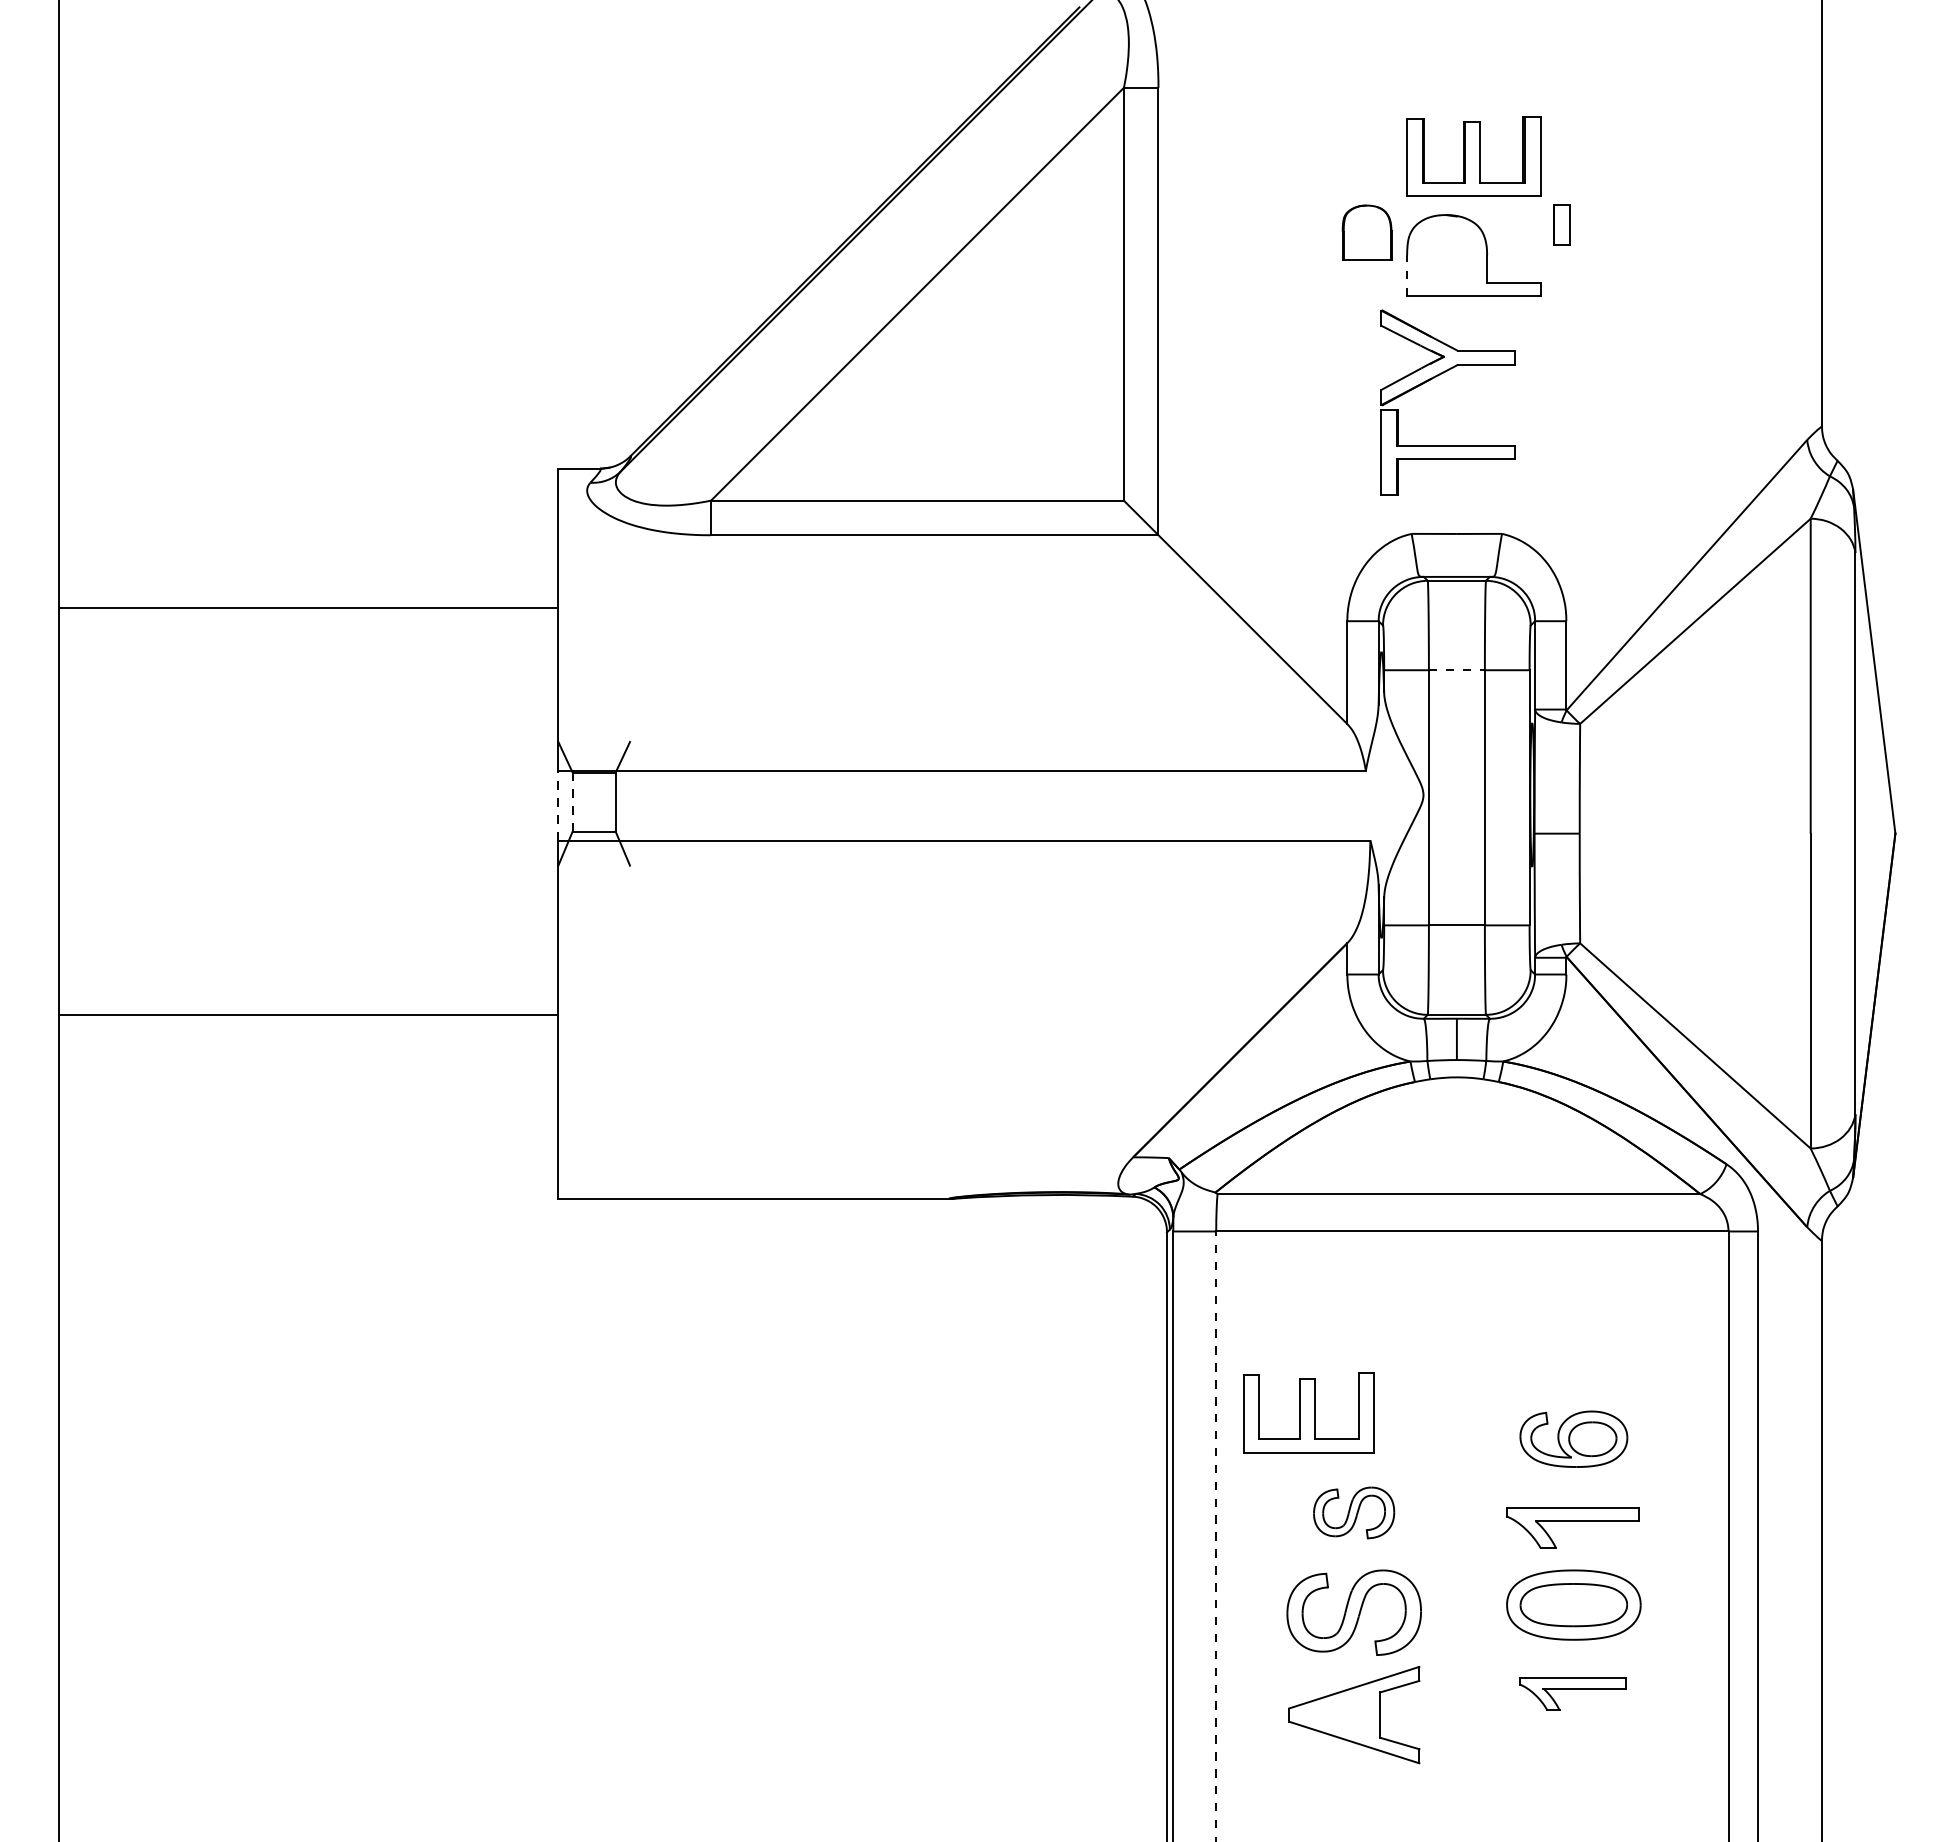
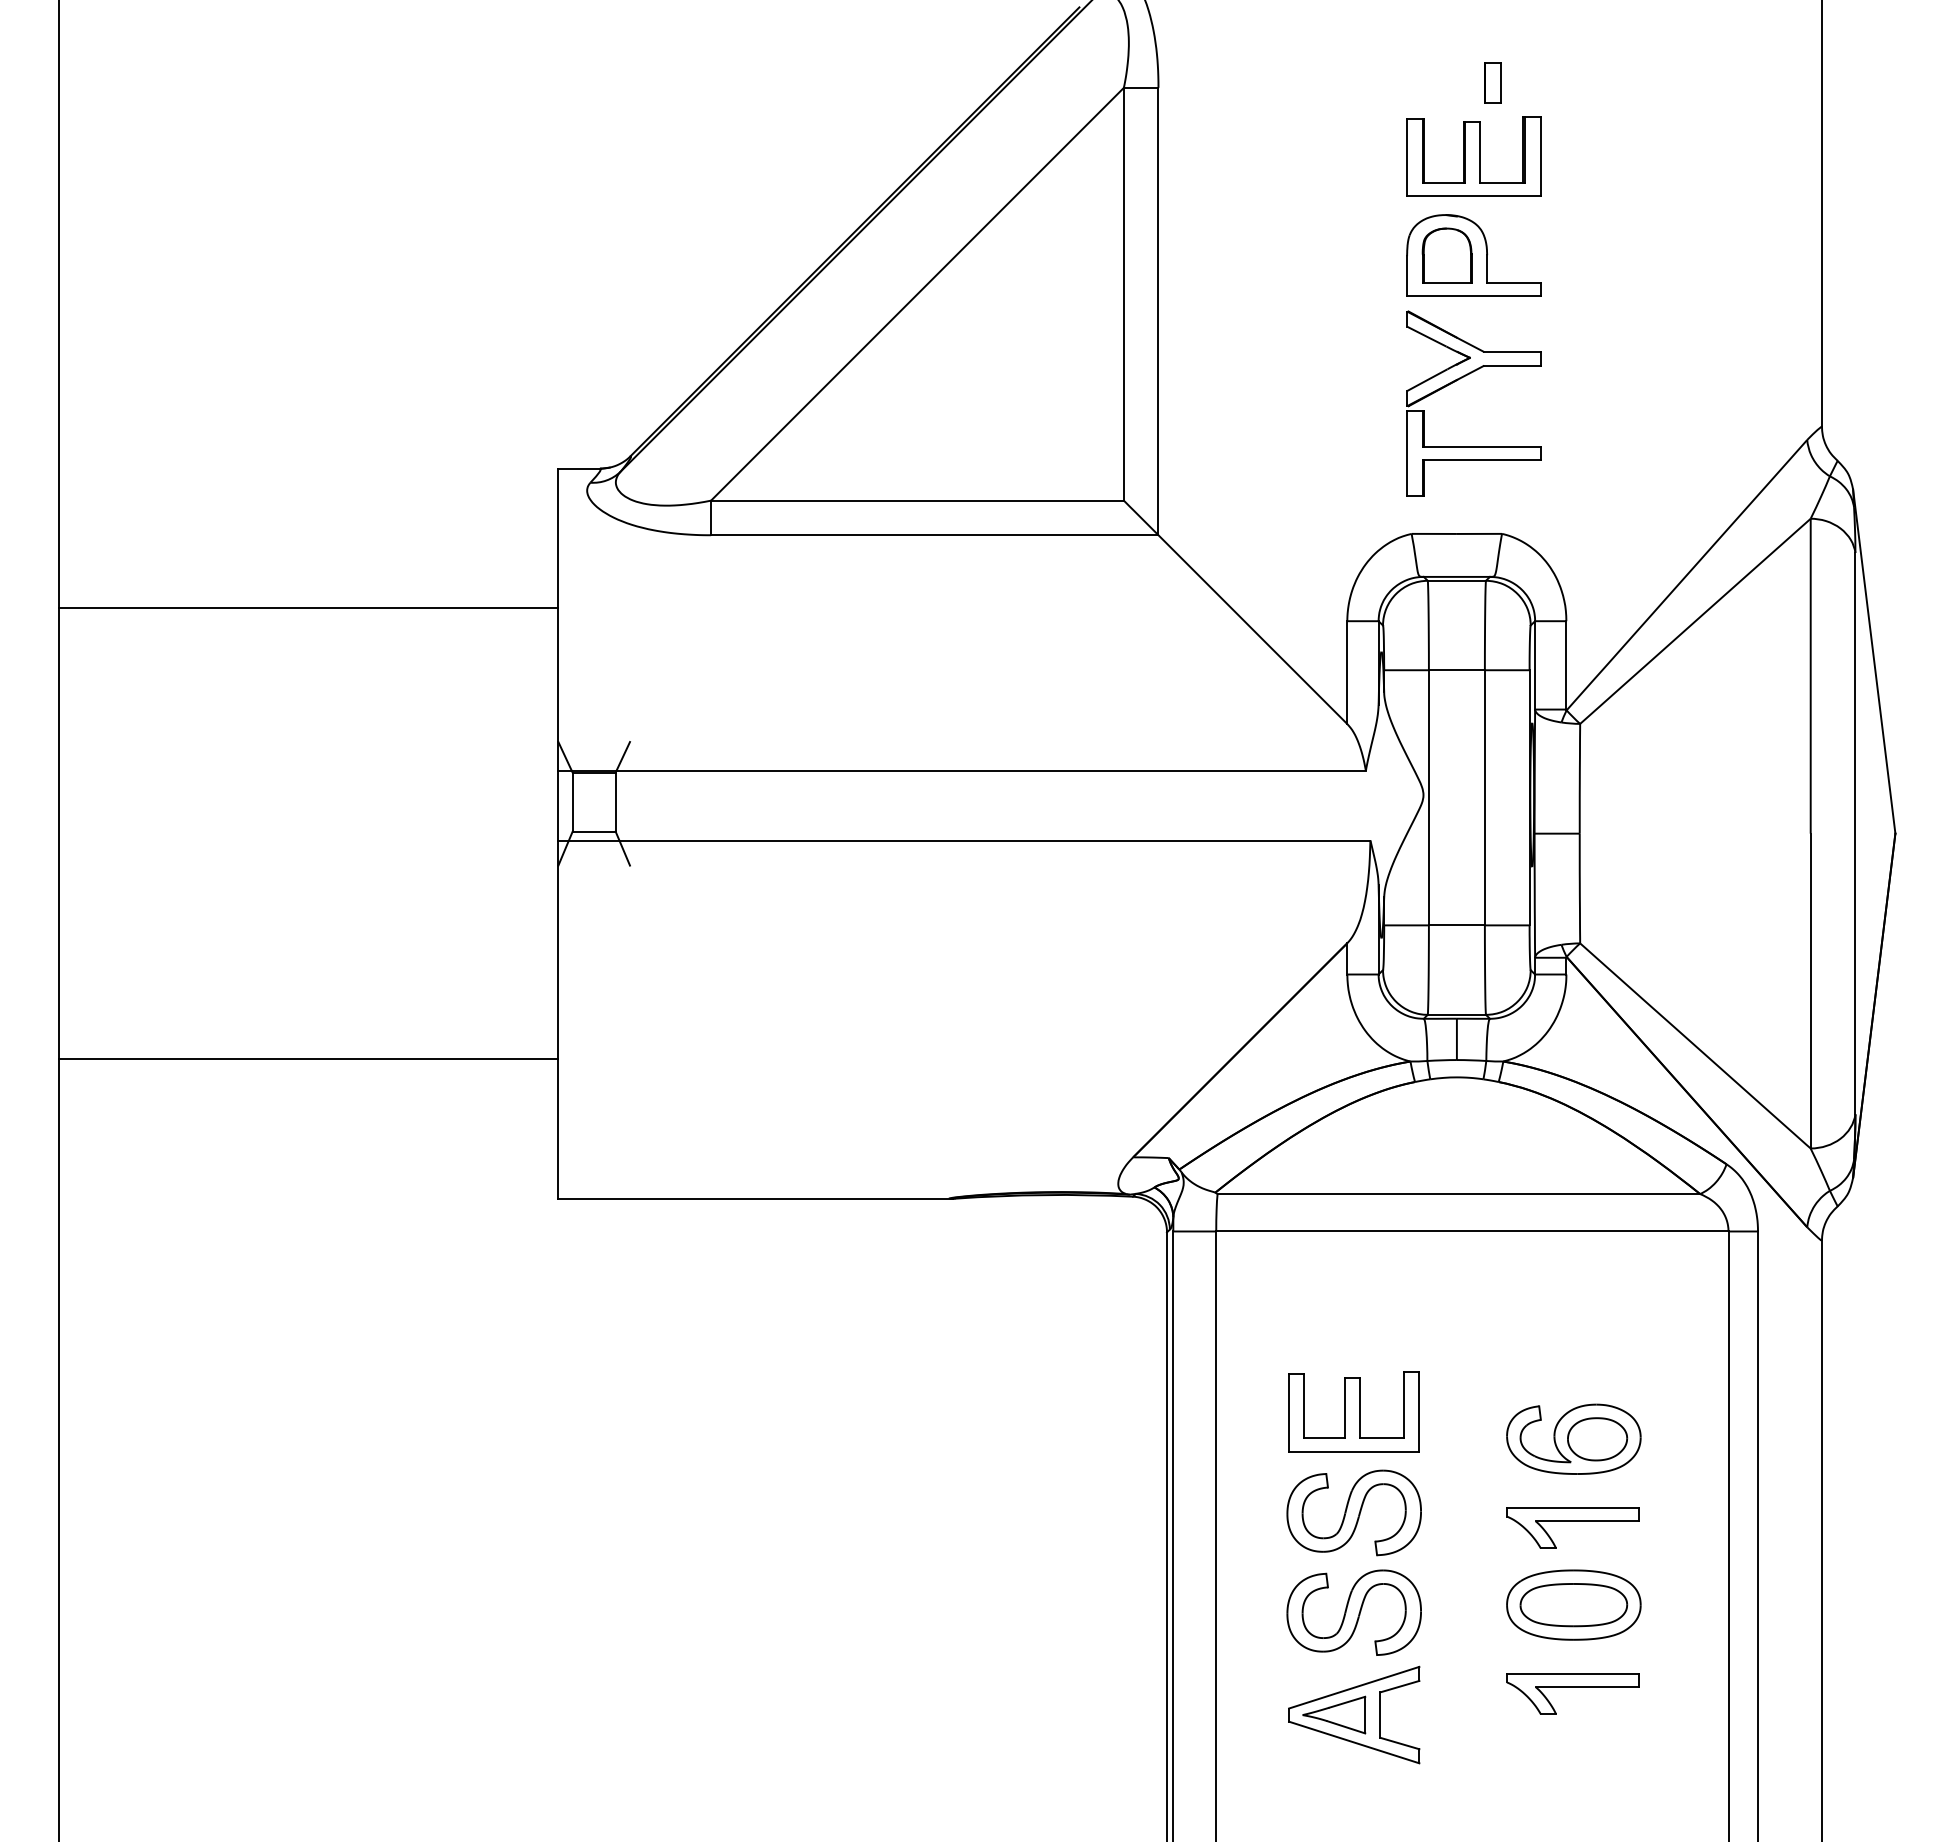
part at (1561, 224) position: (1561, 224) -> (1492, 82)
part at (1366, 232) position: (1366, 232) -> (1446, 255)
line at (1407, 275): dashed -> solid
part at (1434, 378) position: (1434, 378) -> (1460, 379)
line at (1456, 670): dashed -> solid
line at (572, 801): dashed -> solid
line at (558, 805): dashed -> solid
line at (308, 1015) position: (308, 1015) -> (308, 1059)
part at (1308, 1412) position: (1308, 1412) -> (1353, 1411)
part at (1573, 1438) size: 110x58 px -> 136x72 px
part at (1354, 1512) size: 83x54 px -> 136x88 px
line at (1216, 1536): dashed -> solid
part at (1572, 1693) size: 108x34 px -> 134x42 px
part at (1334, 1714): none -> present
